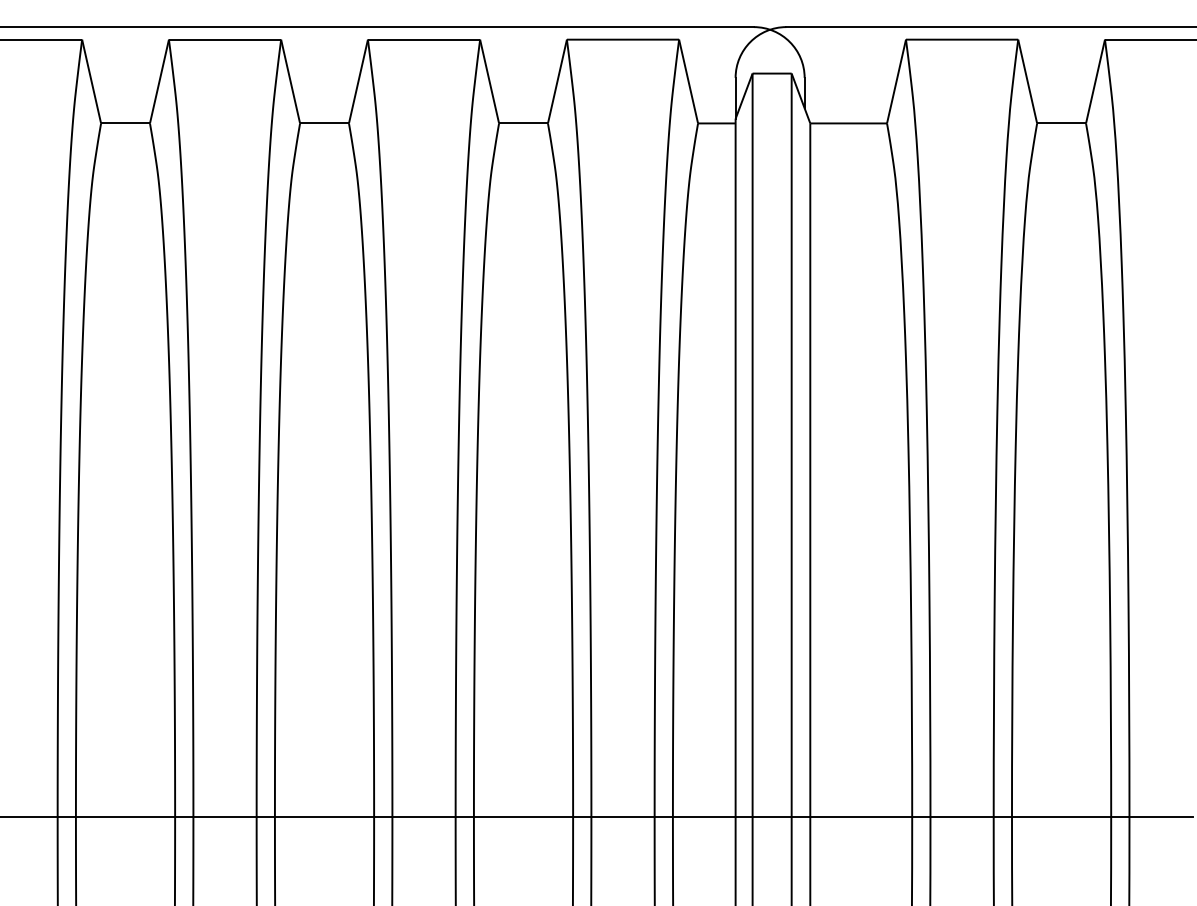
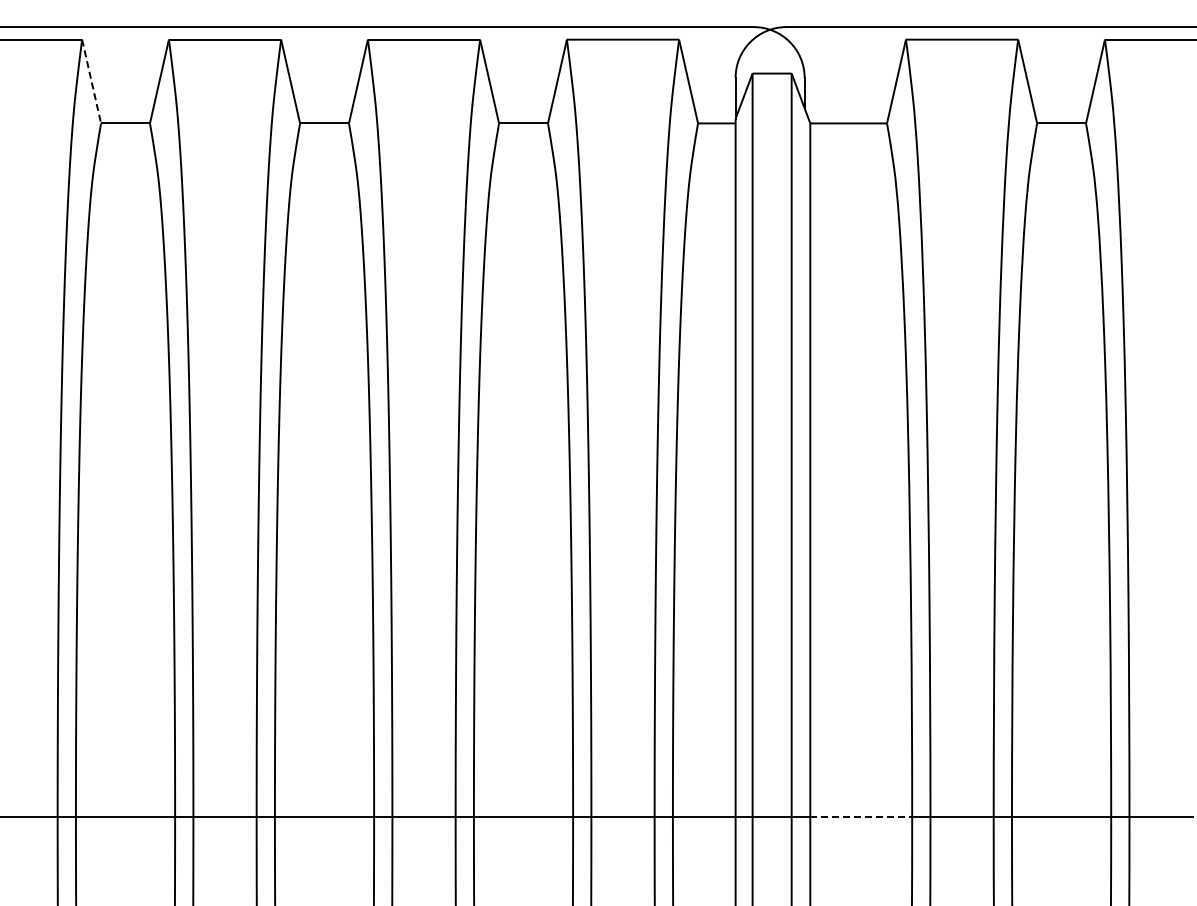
line at (91, 81): solid -> dashed
line at (861, 816): solid -> dashed
